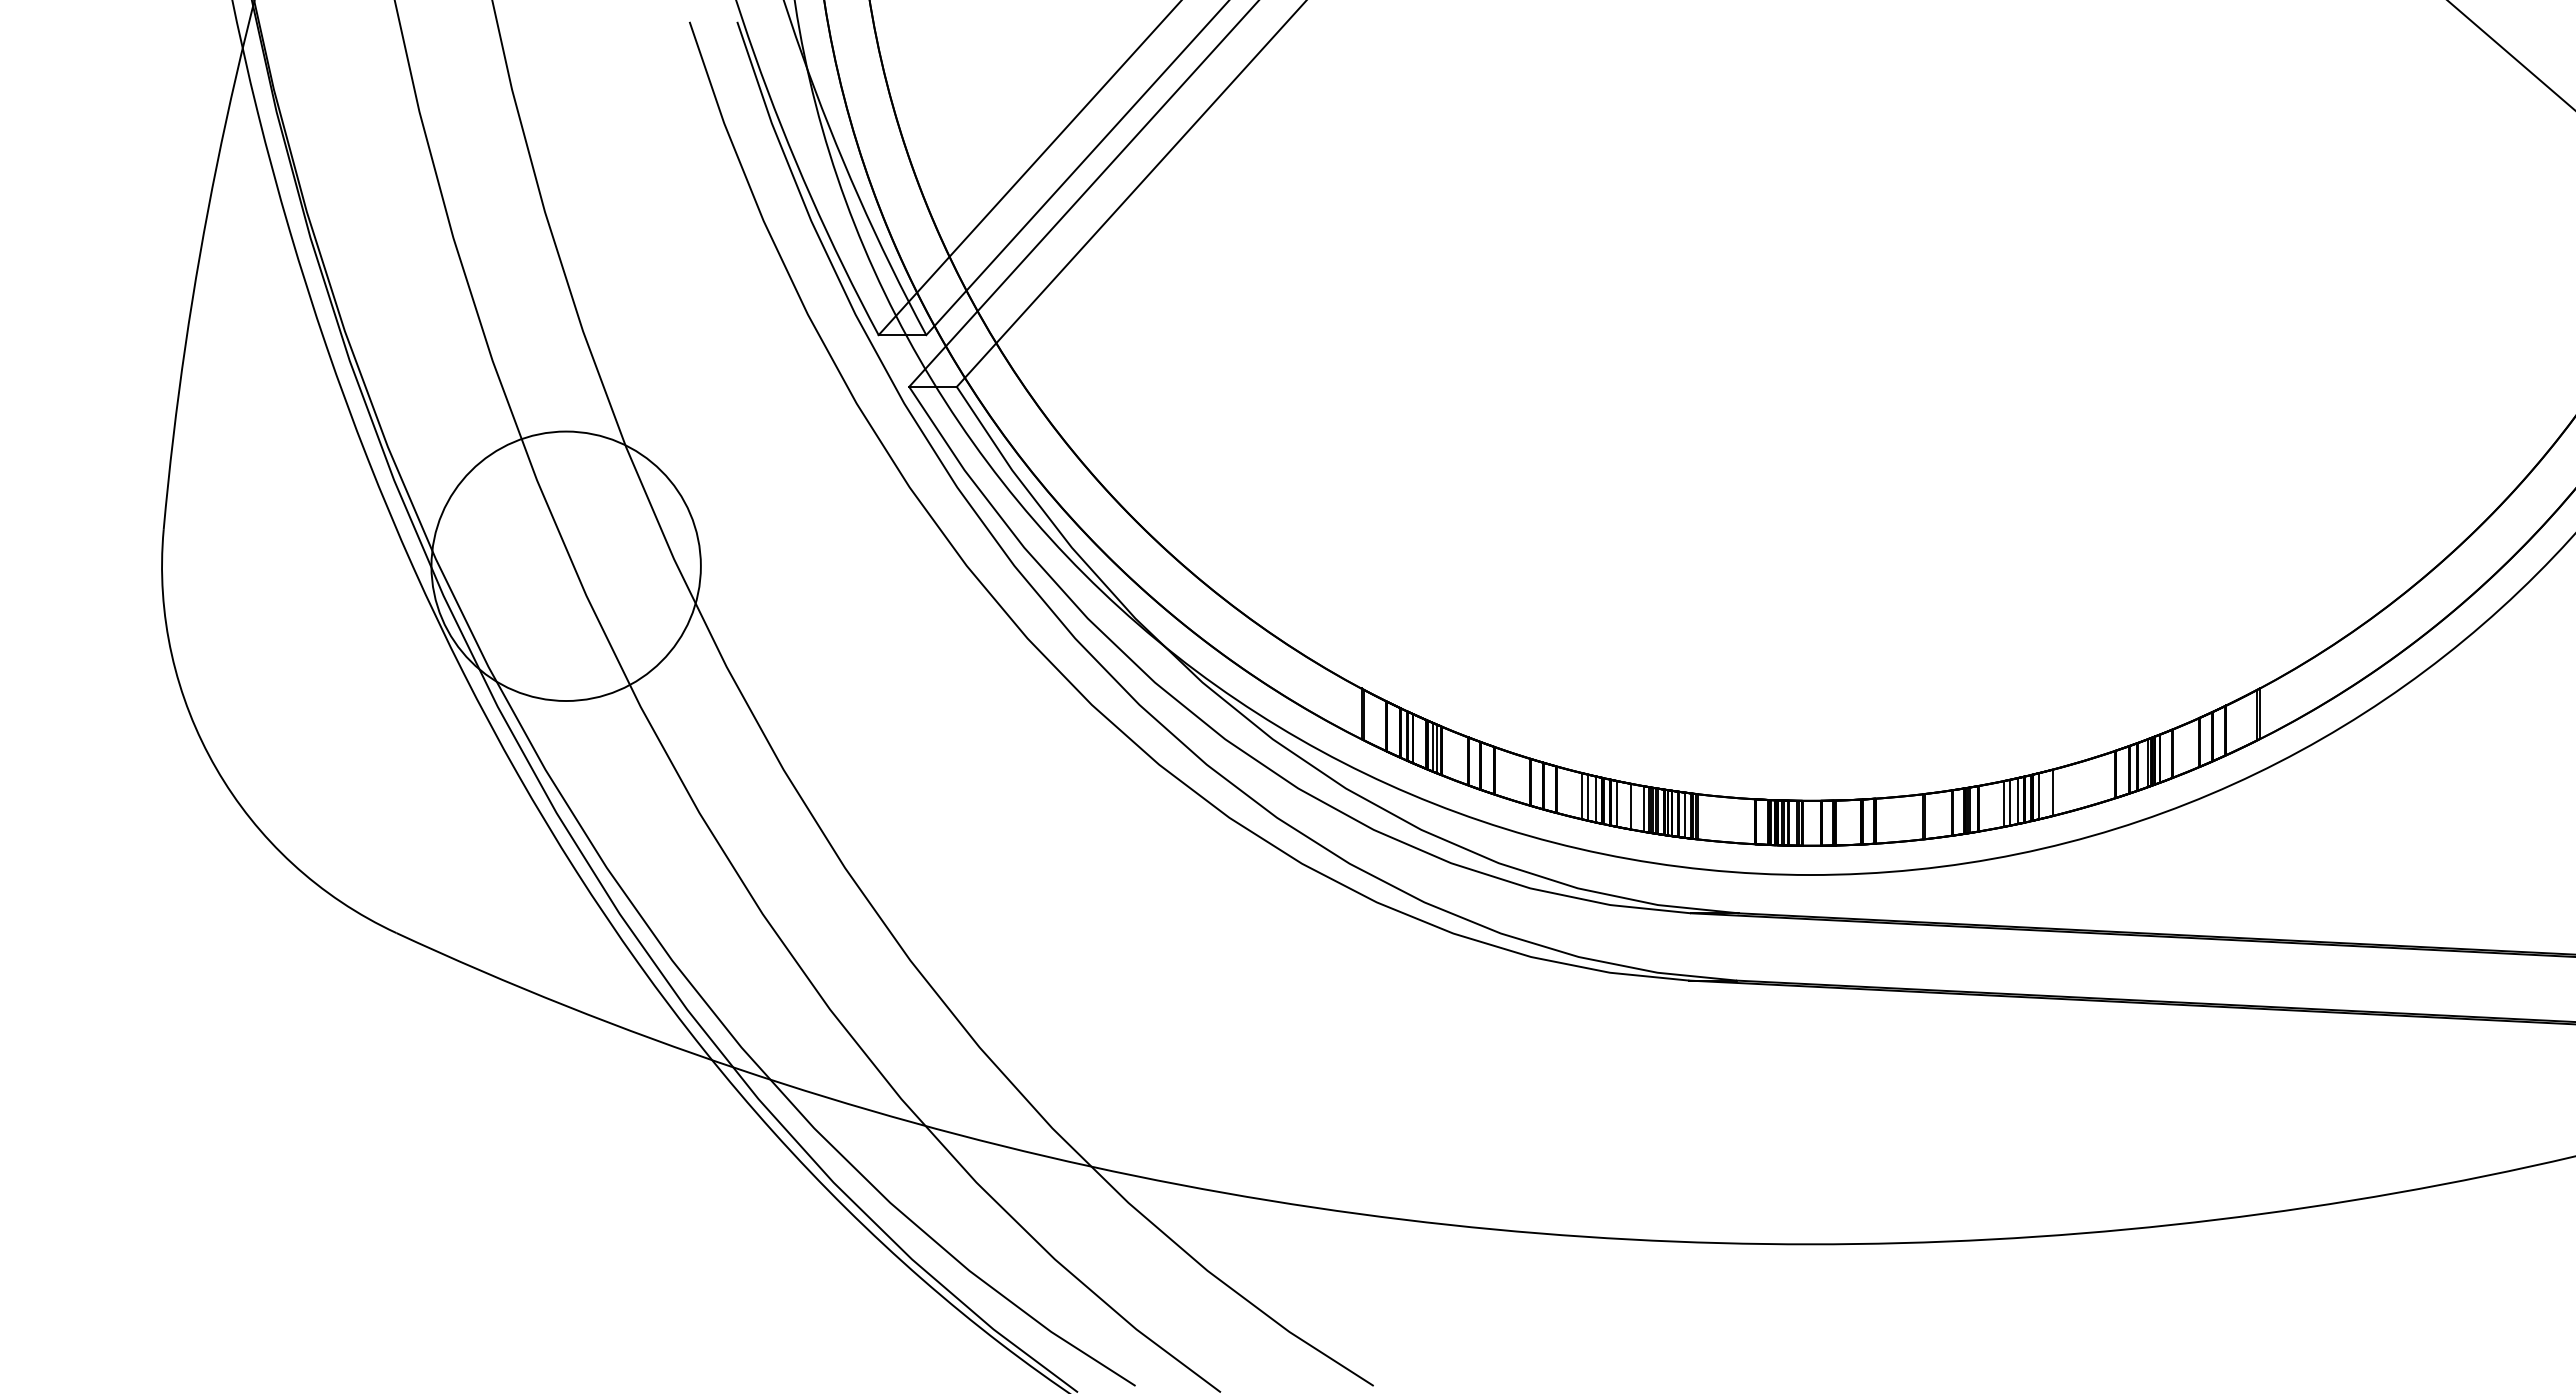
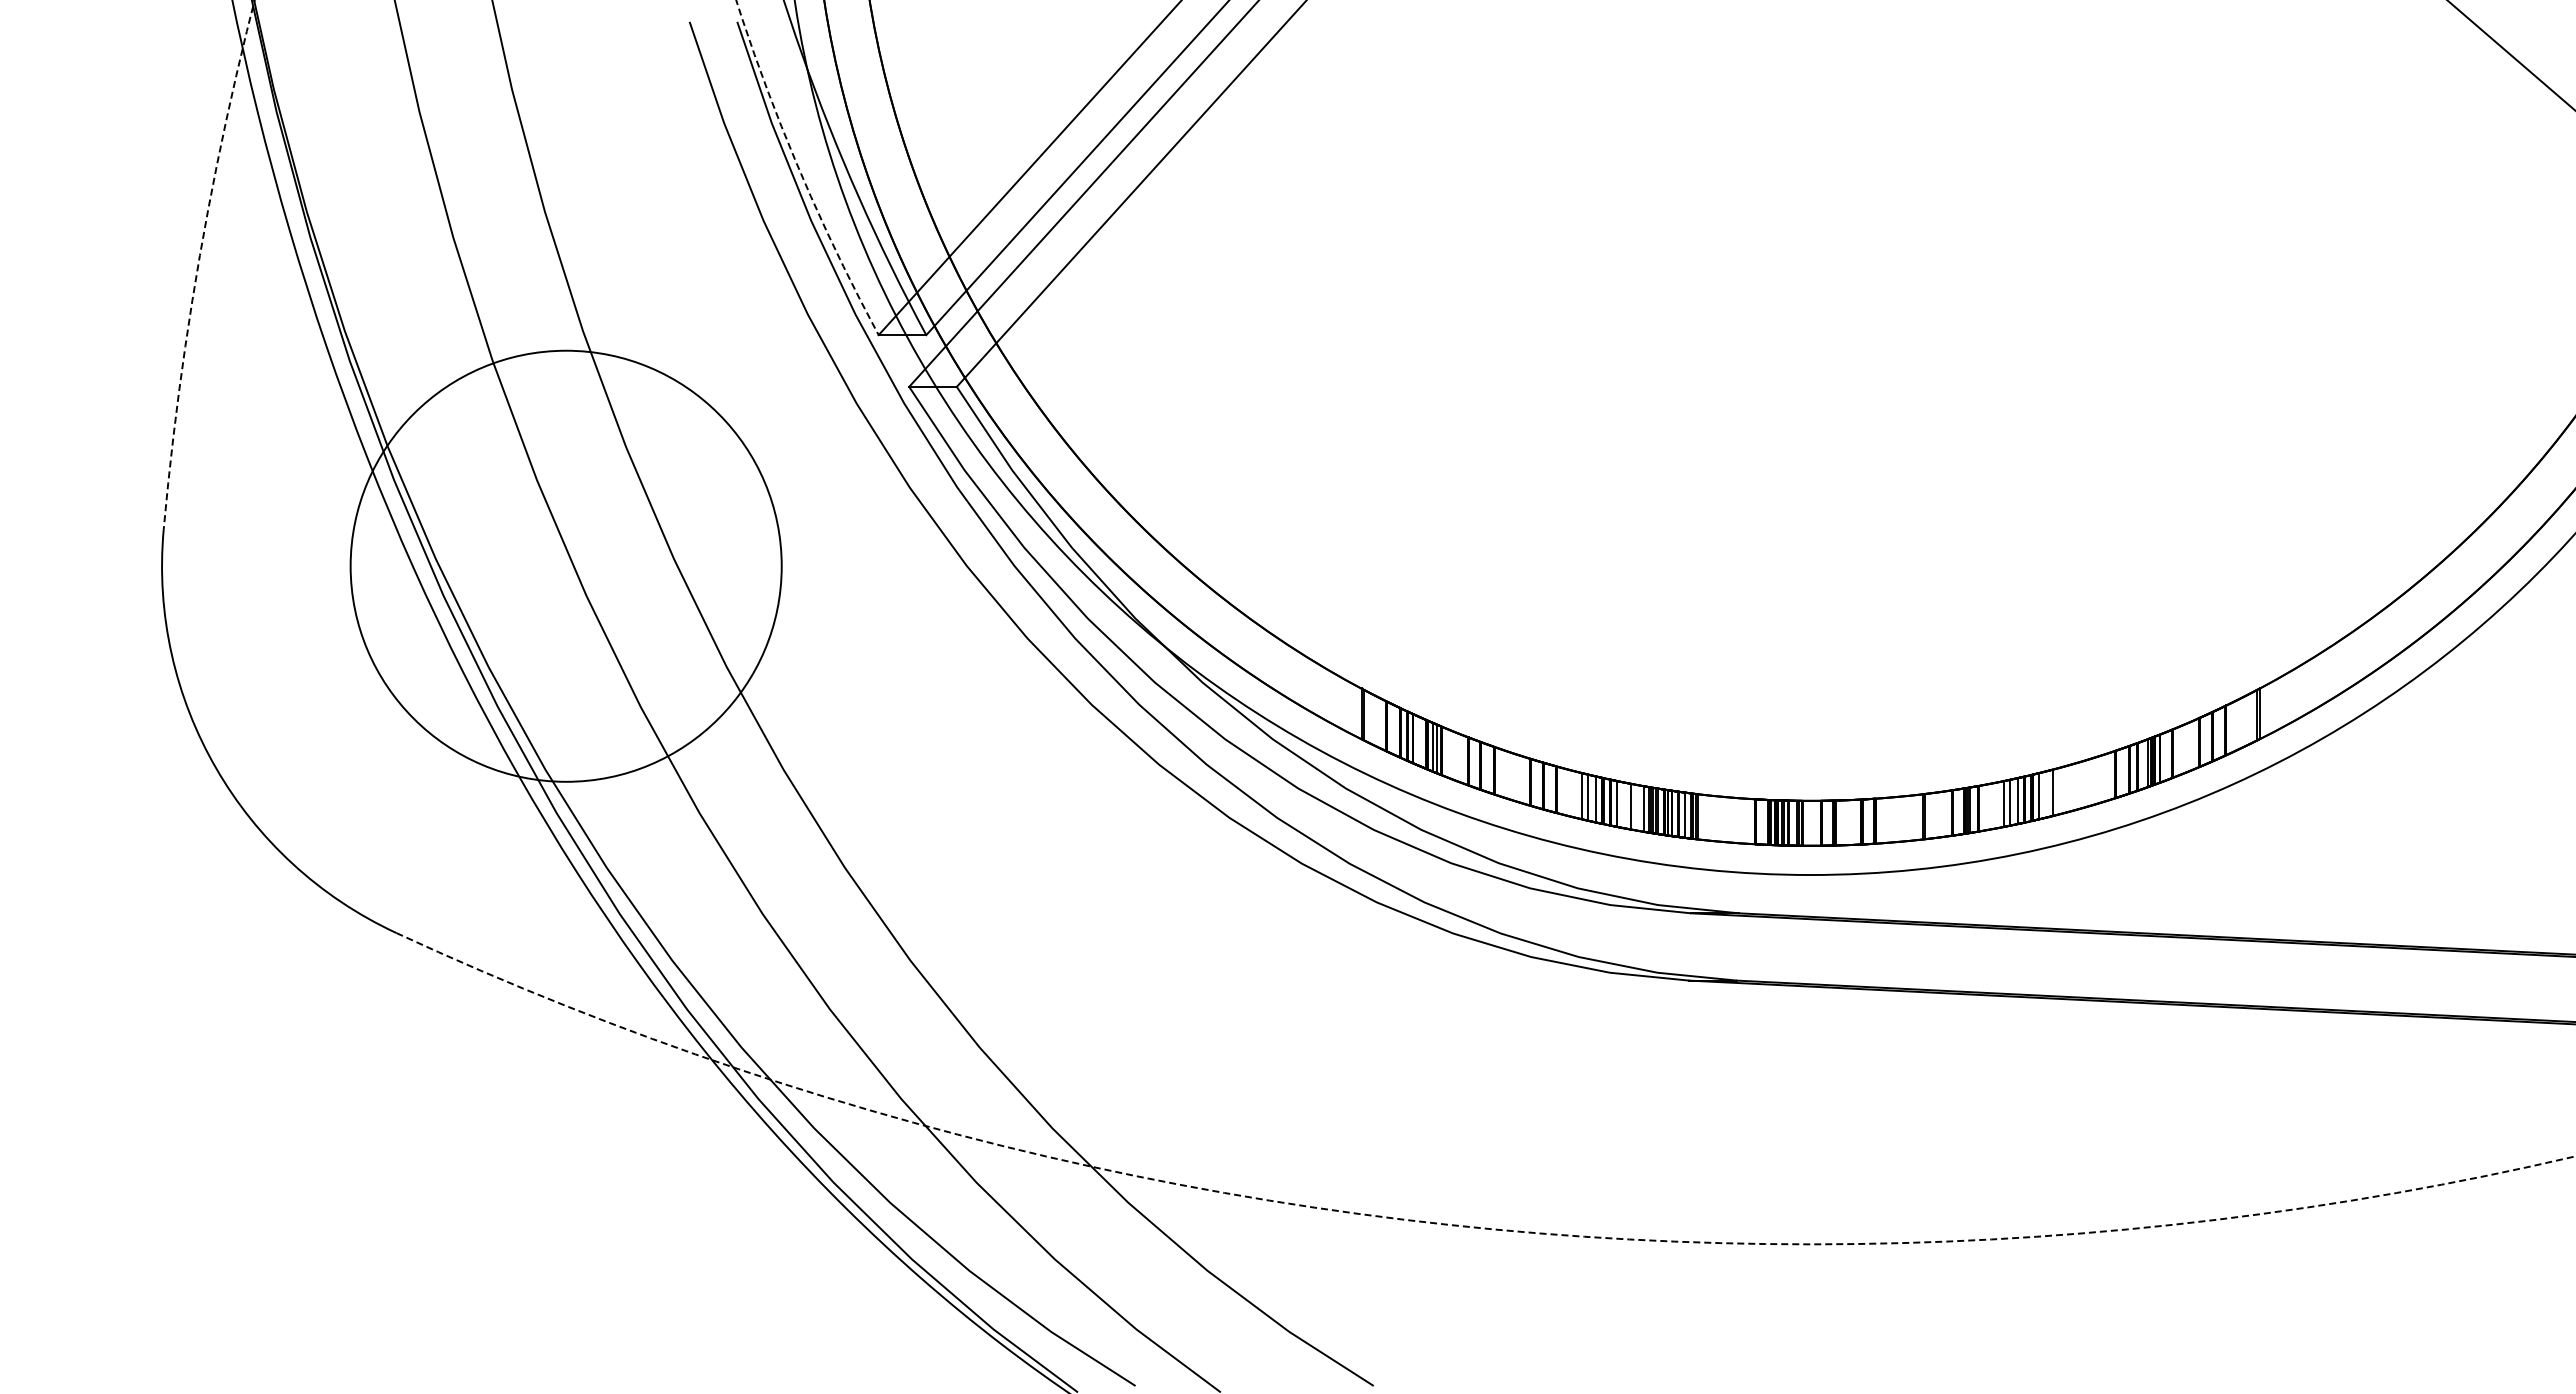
arc at (799, 170): solid -> dashed
arc at (198, 264): solid -> dashed
circle at (565, 566) diameter: 269 px -> 431 px
arc at (1470, 1227): solid -> dashed
